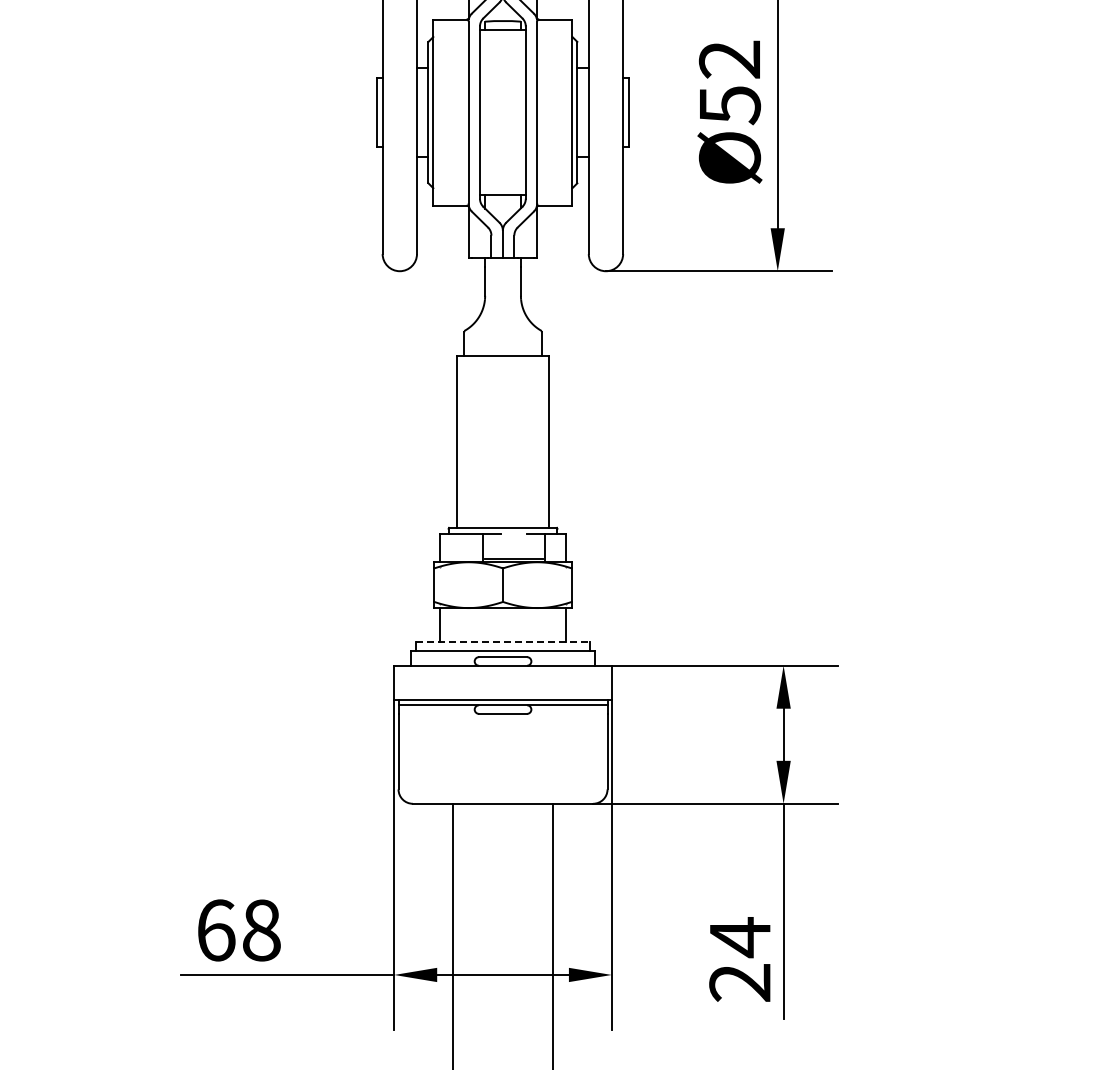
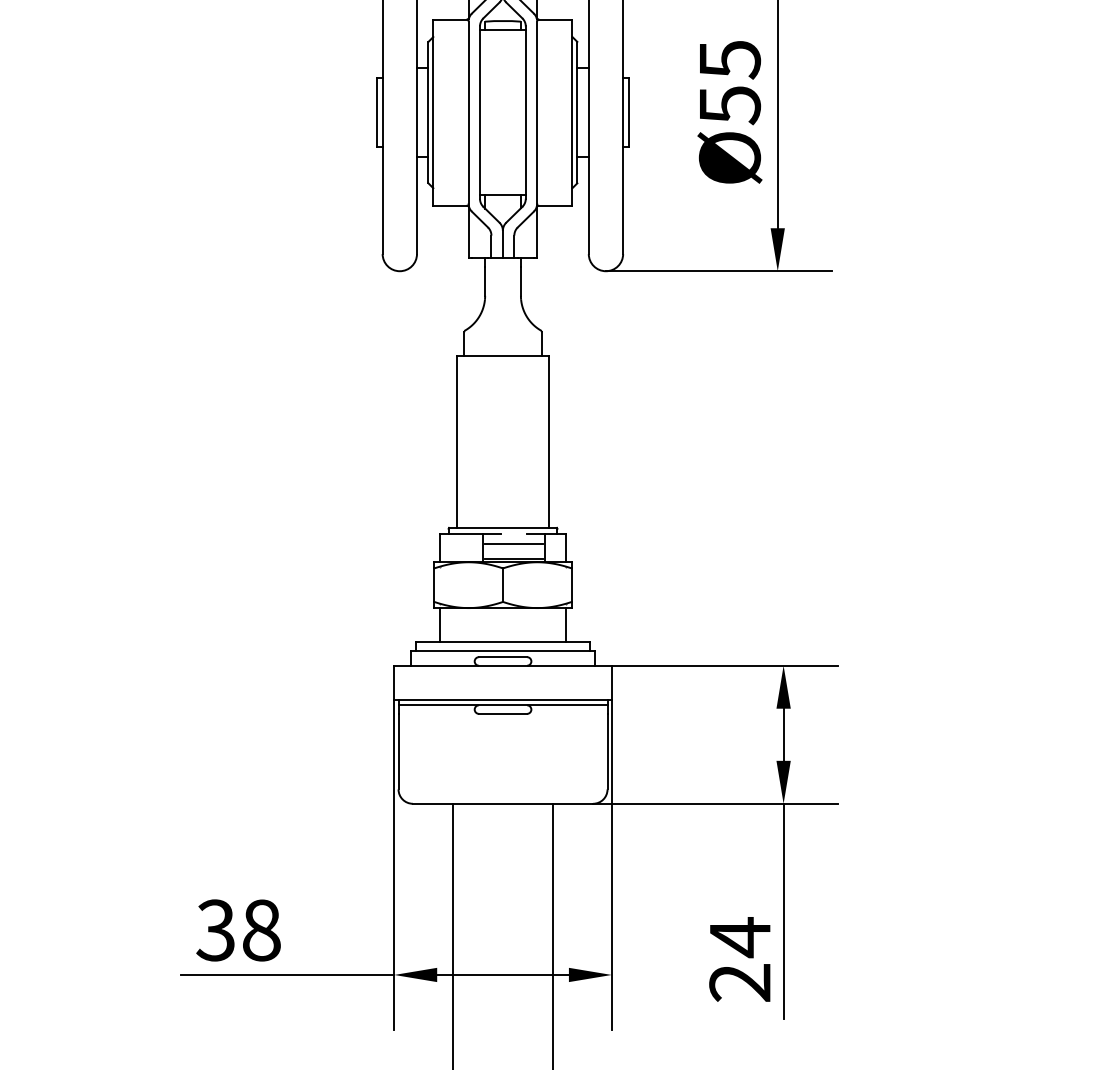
text at (729, 59): 52 -> 55
line at (513, 543): none -> present
line at (503, 642): dashed -> solid
text at (215, 930): 68 -> 38
